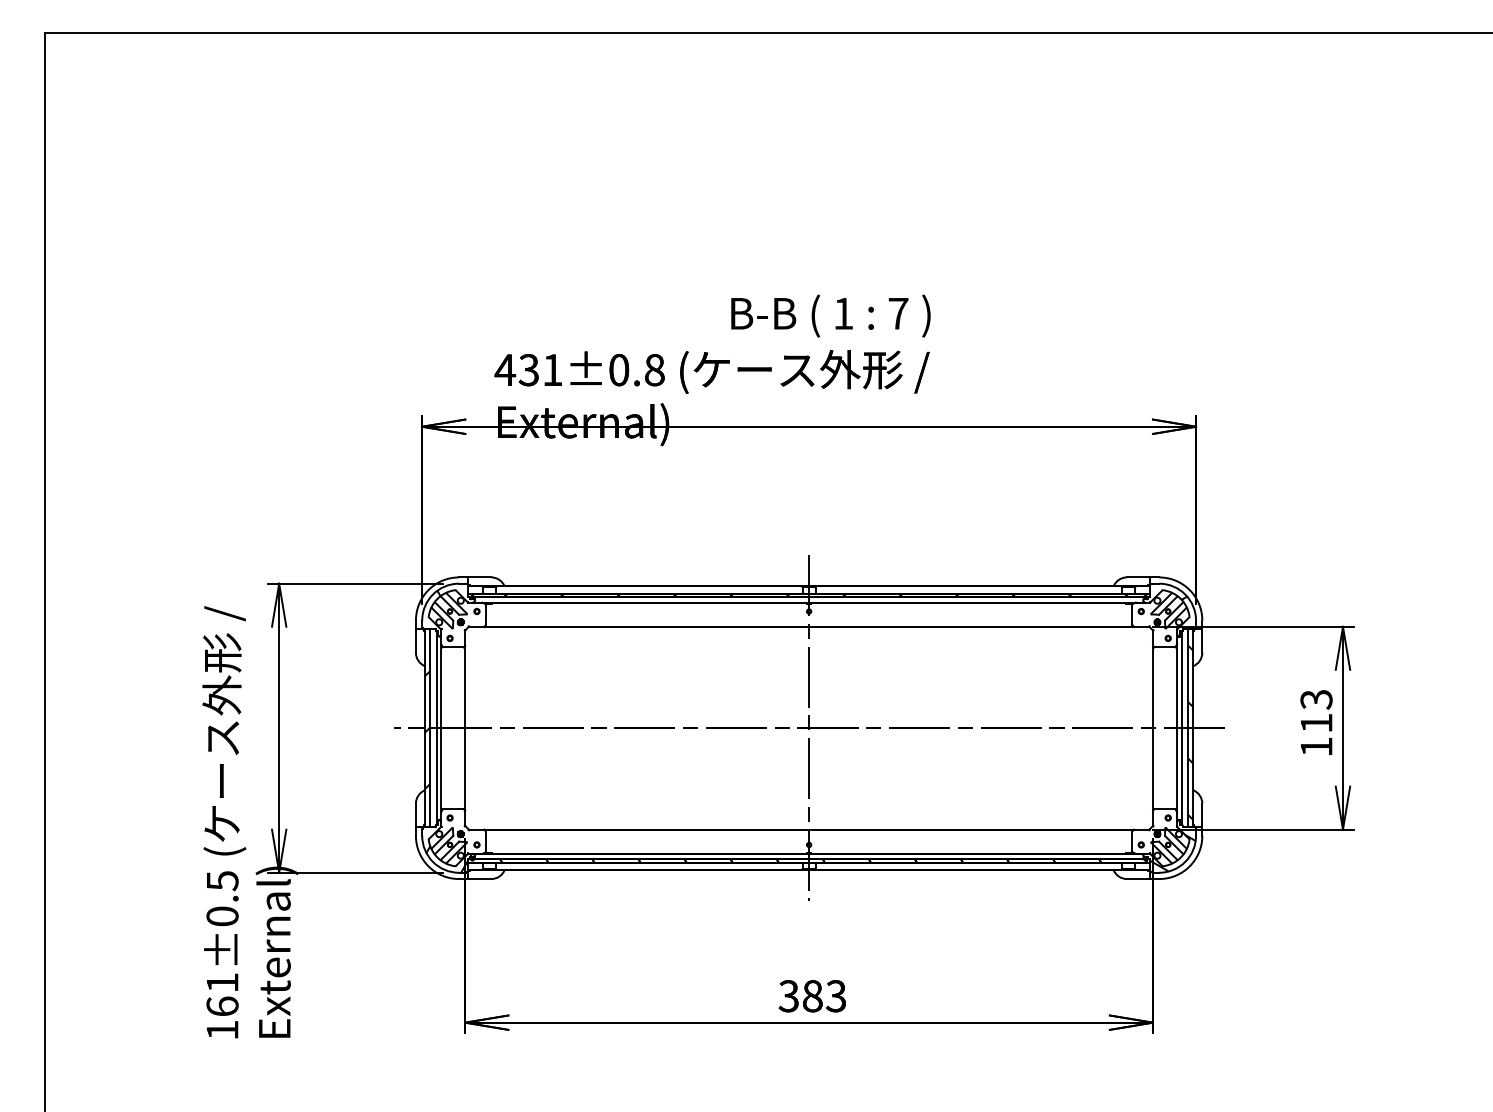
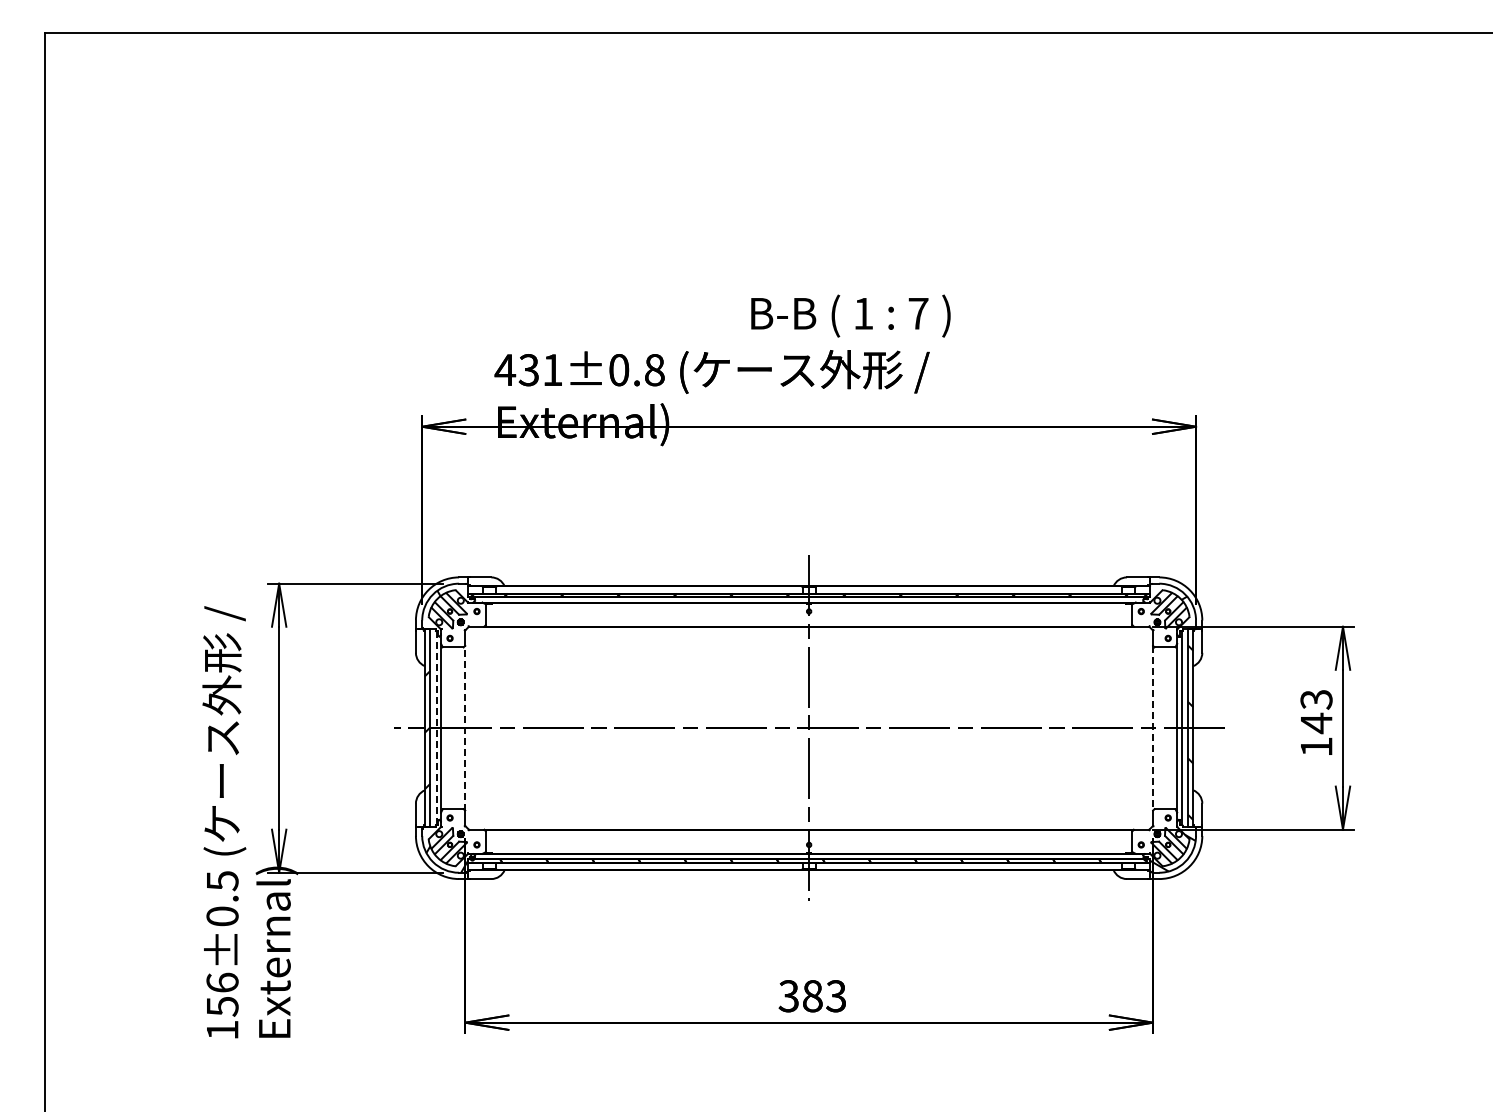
text at (830, 315) position: (830, 315) -> (850, 315)
text at (1316, 723): 113 -> 143
line at (436, 728): solid -> dashed
line at (465, 728): solid -> dashed
line at (1152, 728): solid -> dashed
text at (222, 994): 161±0.5 -> 156±0.5
